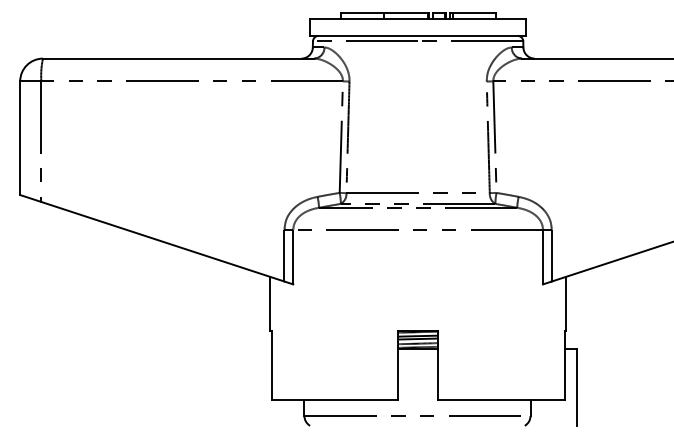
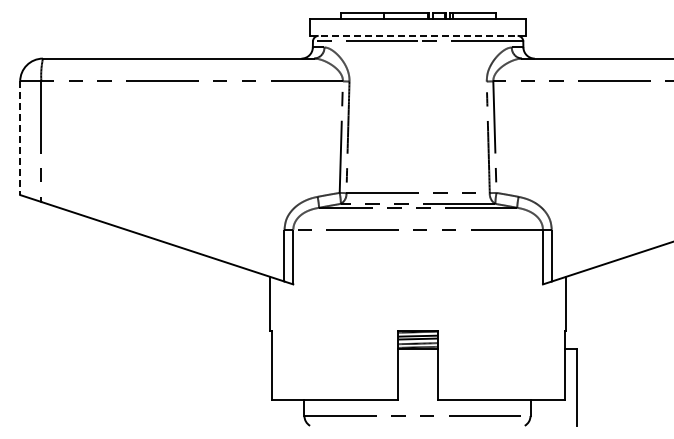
line at (418, 35): solid -> dashed
line at (20, 138): solid -> dashed
